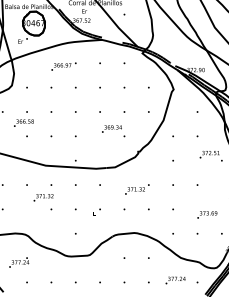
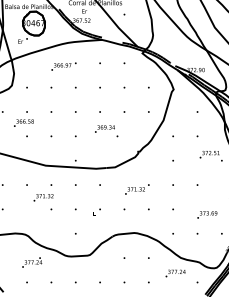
text at (113, 131) position: (113, 131) -> (106, 131)
text at (19, 262) position: (19, 262) -> (32, 262)
text at (175, 280) position: (175, 280) -> (175, 273)
